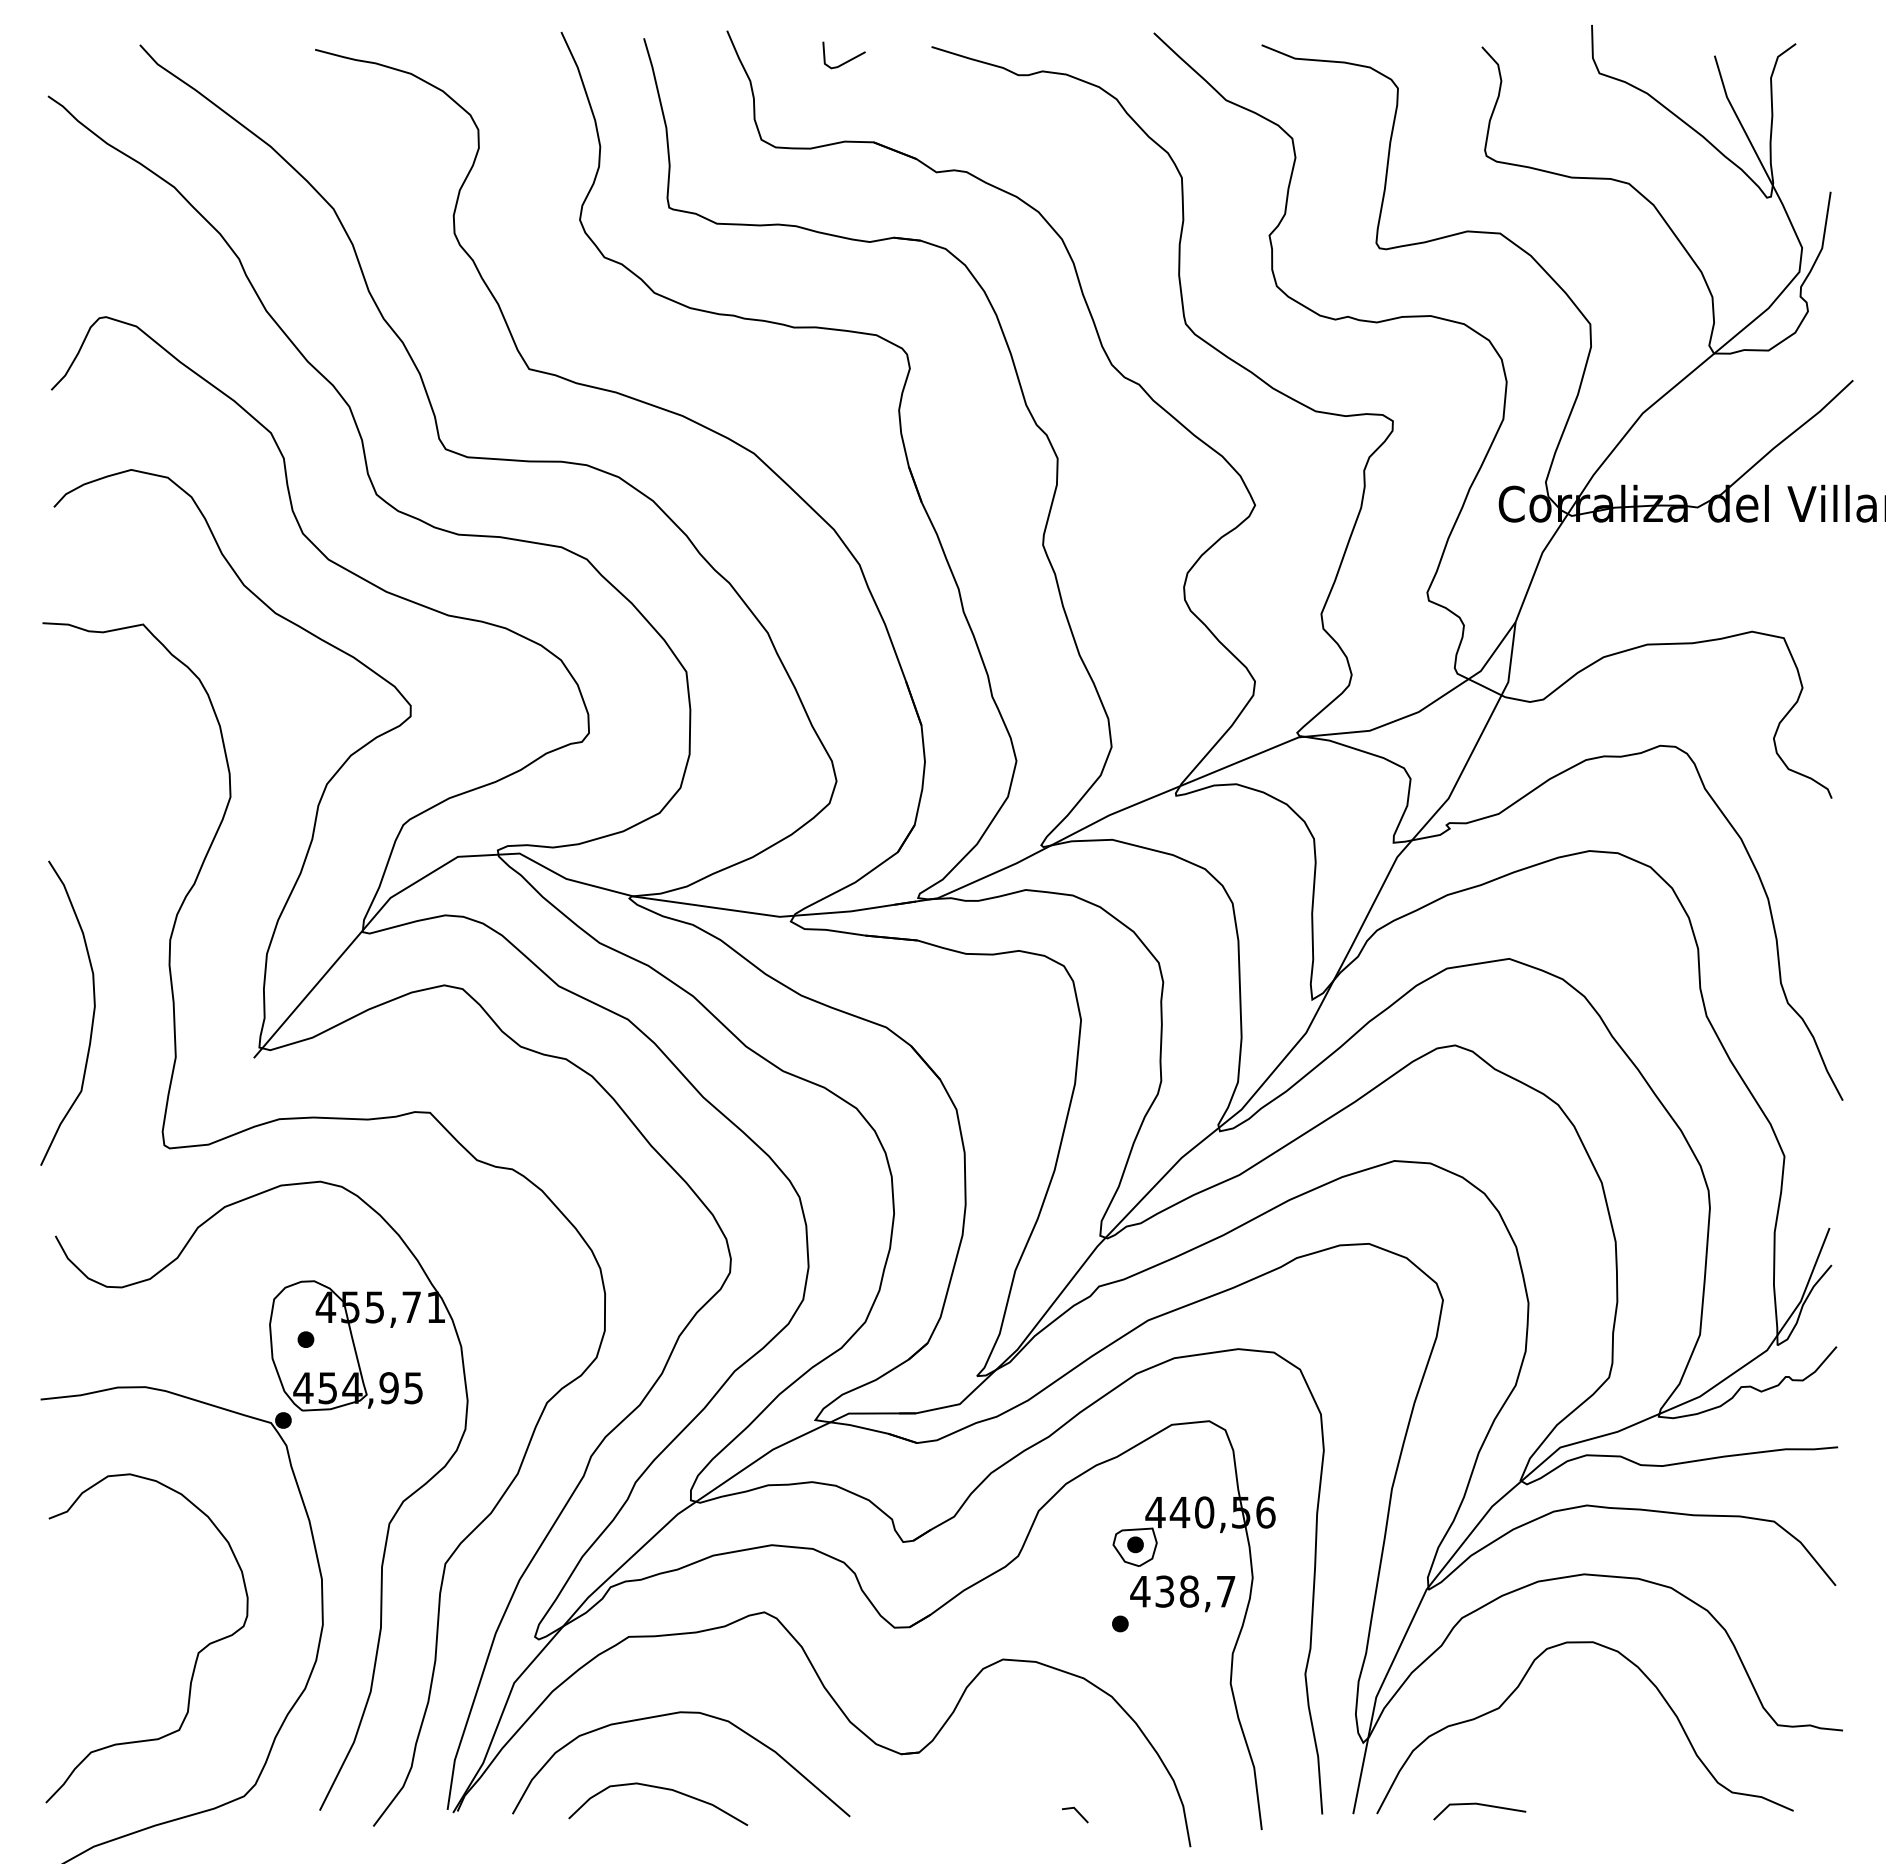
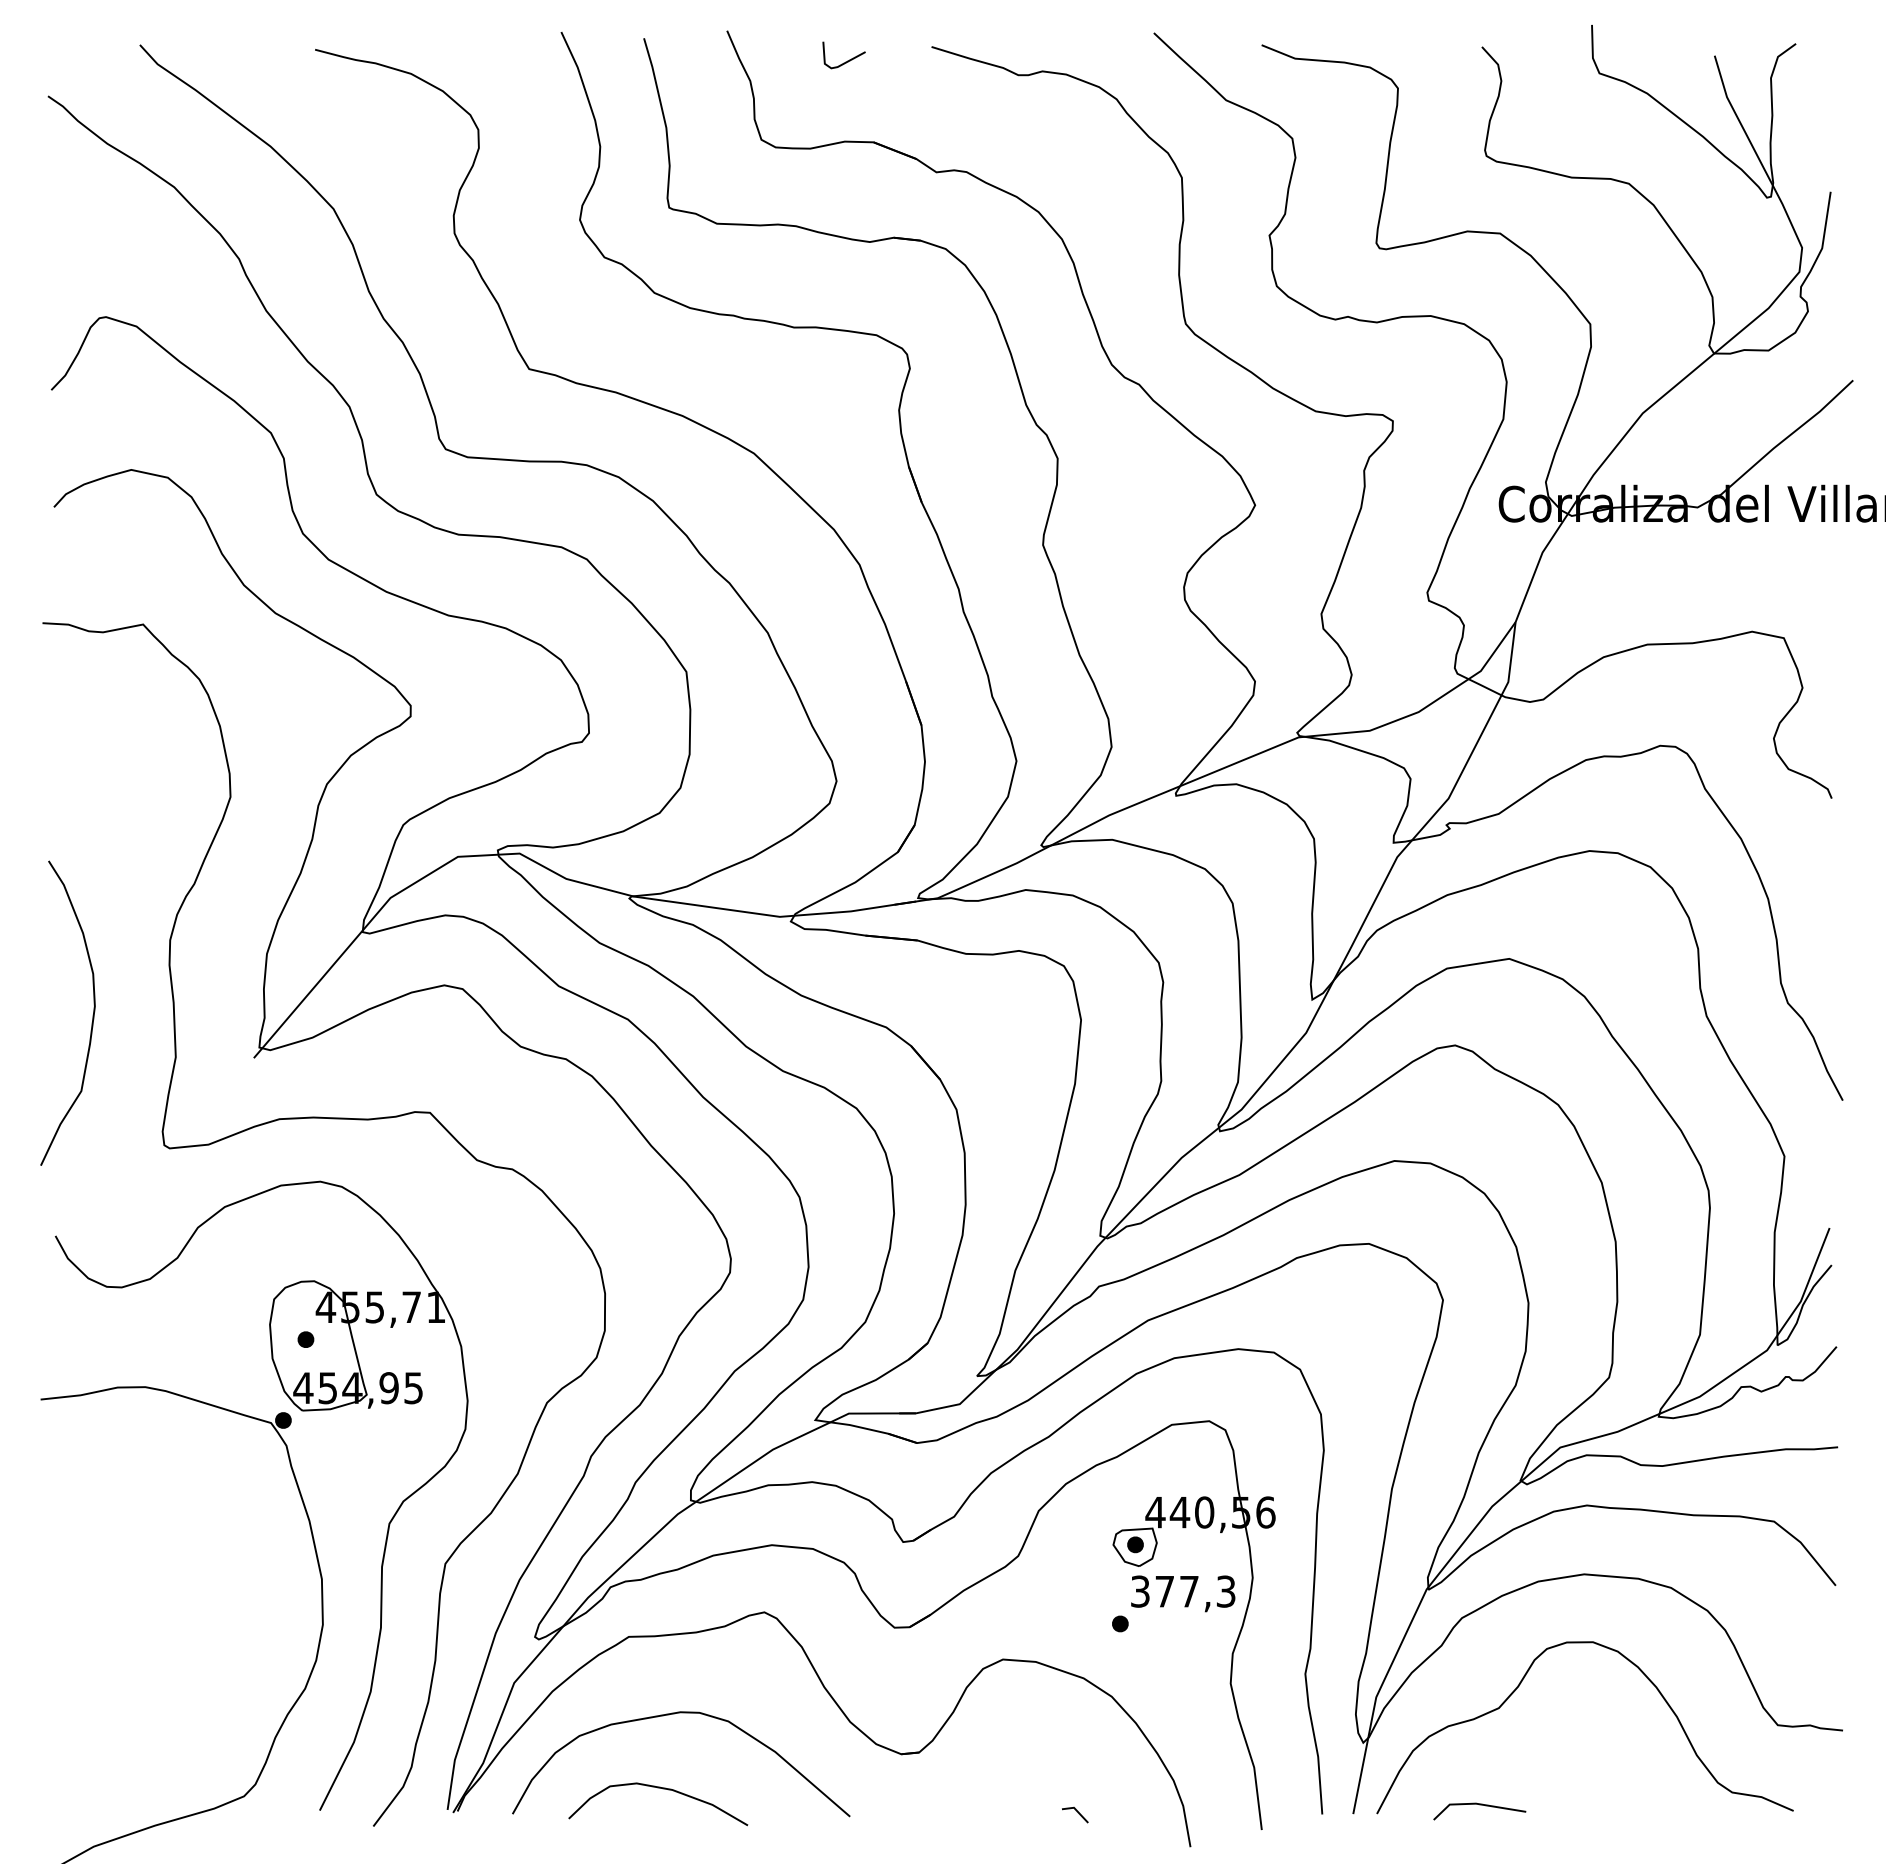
text at (1182, 1591): 438,7 -> 377,3
part at (197, 1652): present -> none
